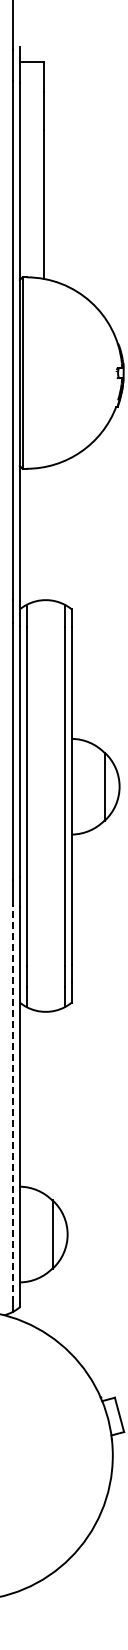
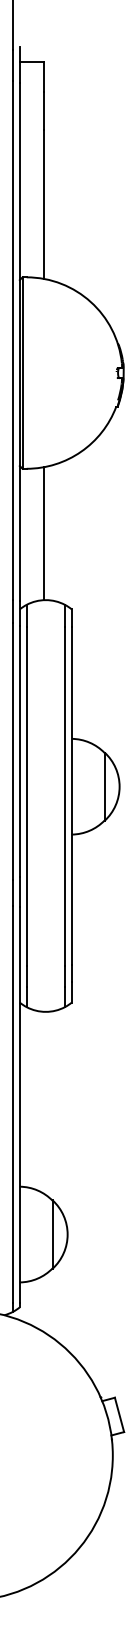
line at (44, 533): none -> present
line at (13, 1103): dashed -> solid
